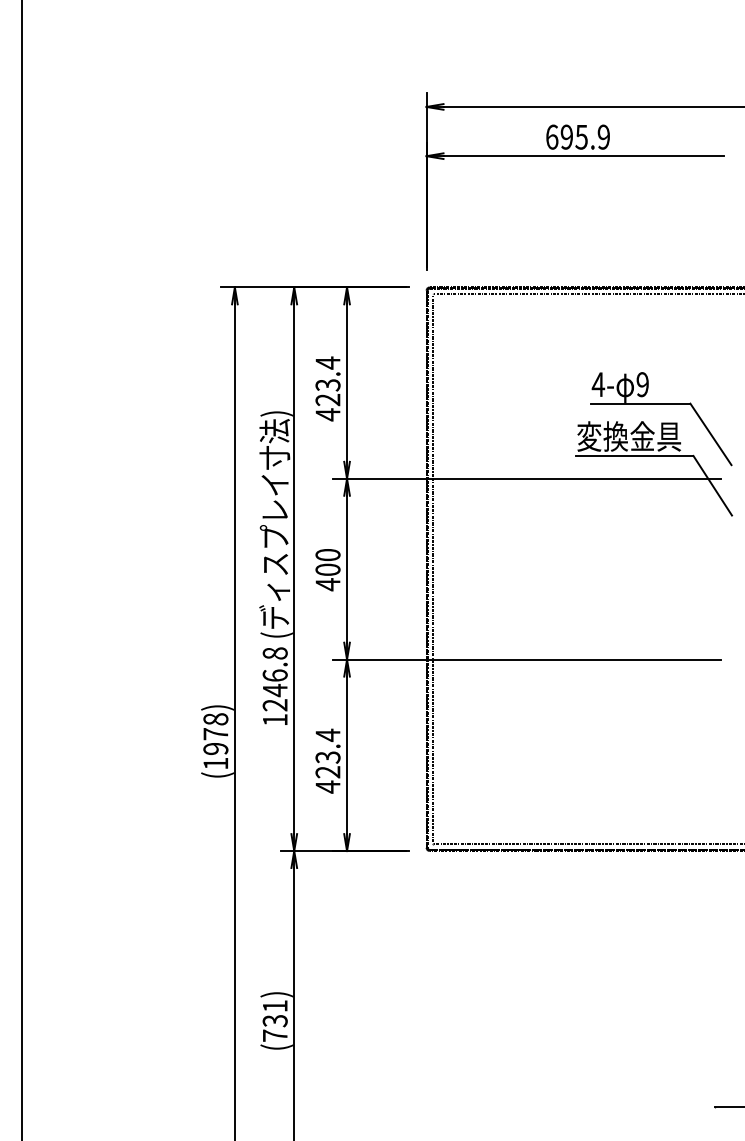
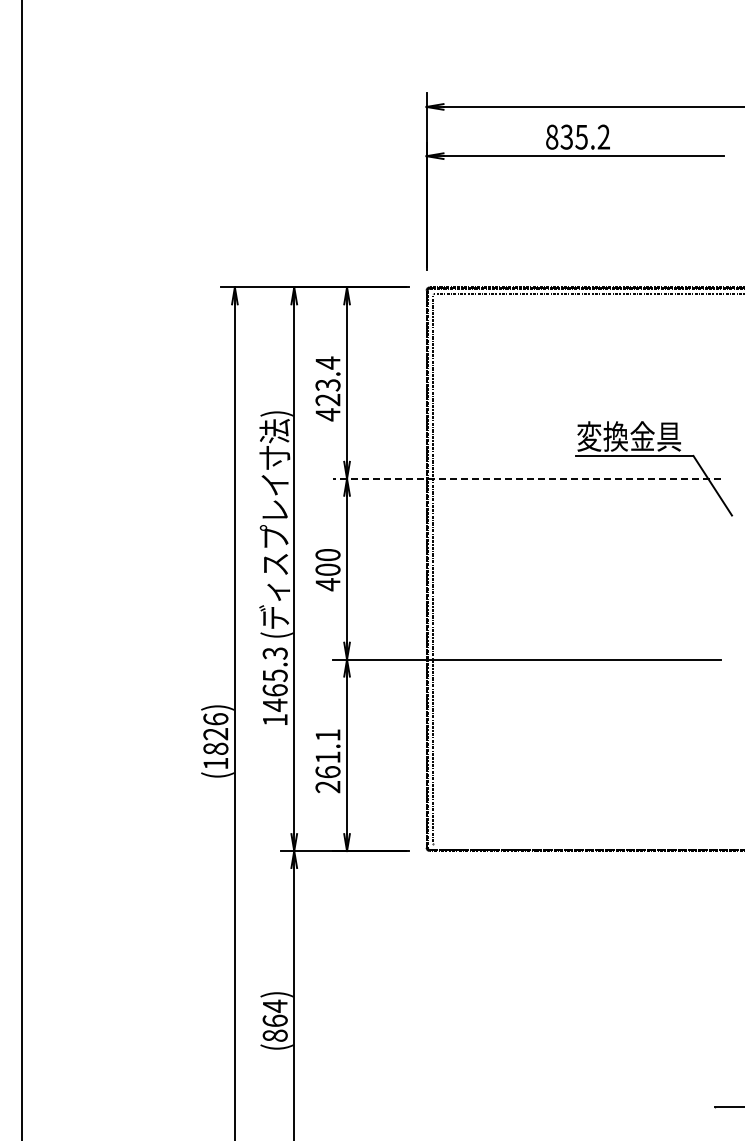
text at (577, 136): 695.9 -> 835.2
part at (661, 404): present -> none
line at (527, 478): solid -> dashed
text at (274, 679): 1246.8 -> 1465.3
text at (215, 734): (1978) -> (1826)
text at (327, 760): 423.4 -> 261.1
line at (587, 844): present -> none
text at (274, 1020): (731) -> (864)
